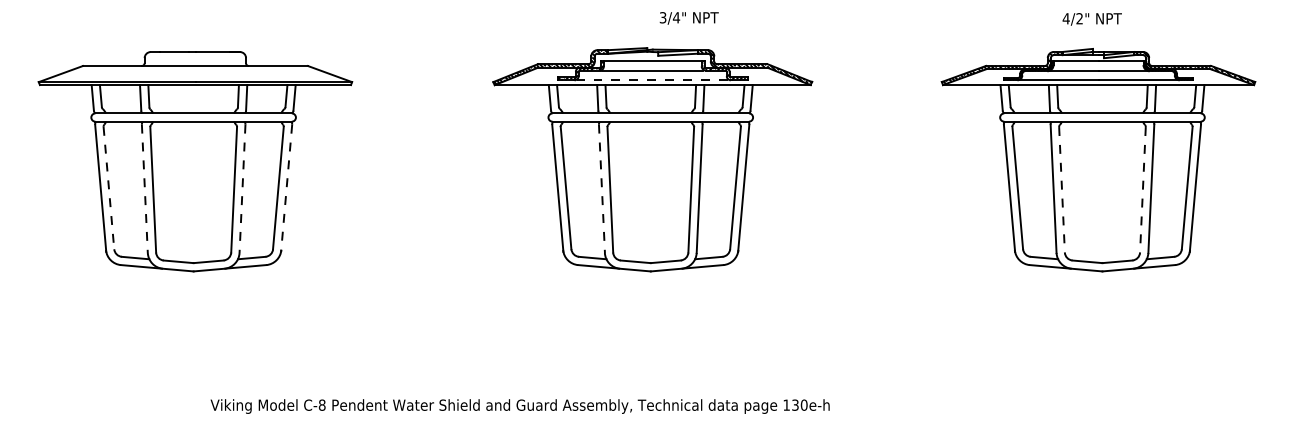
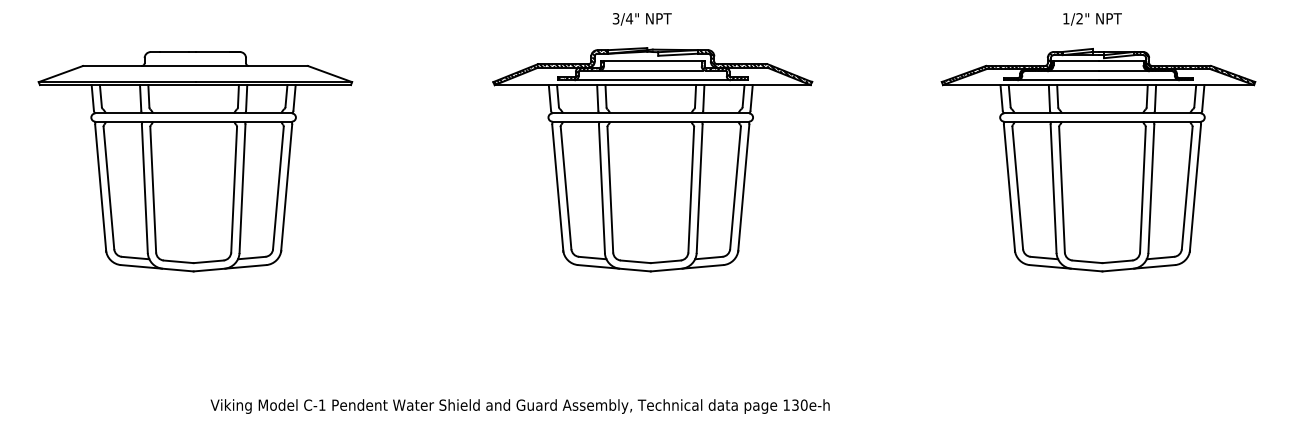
text at (688, 18) position: (688, 18) -> (641, 19)
text at (1065, 18): 4/2" -> 1/2"
line at (652, 80): dashed -> solid
line at (108, 188): dashed -> solid
line at (286, 188): dashed -> solid
line at (144, 189): dashed -> solid
line at (242, 189): dashed -> solid
line at (601, 189): dashed -> solid
line at (1062, 189): dashed -> solid
line at (1142, 189): dashed -> solid
text at (321, 404): C-8 -> C-1
